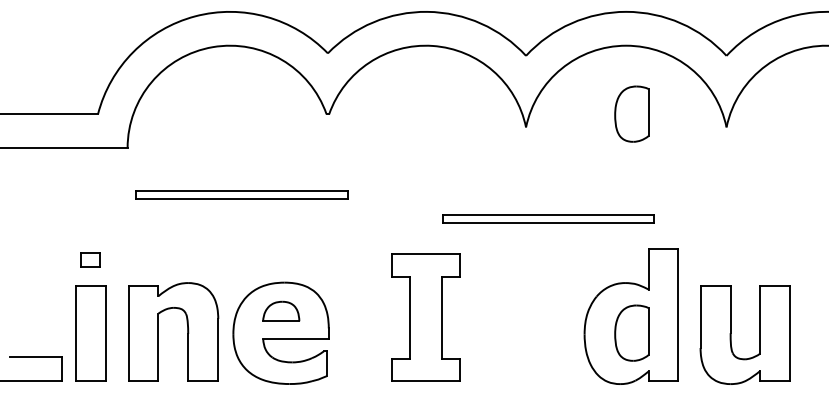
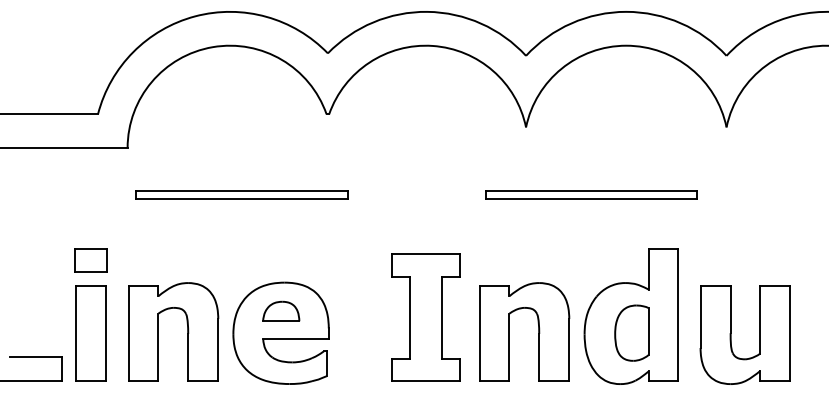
part at (631, 113): present -> none
part at (548, 218) position: (548, 218) -> (591, 194)
part at (90, 259) size: 21x16 px -> 34x25 px
part at (538, 331): none -> present
